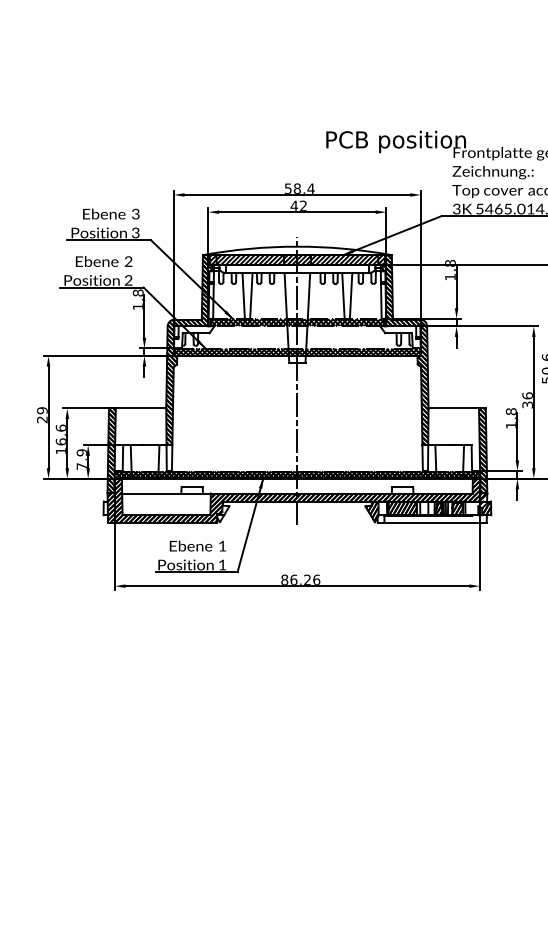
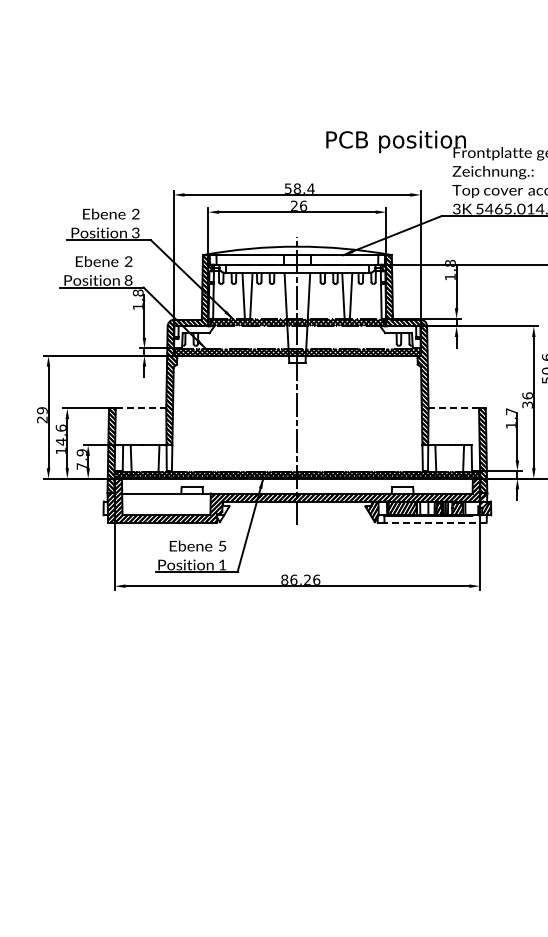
text at (298, 205): 42 -> 26
text at (135, 215): 3 -> 2
hatch at (297, 259): present -> none
text at (128, 280): 2 -> 8
line at (141, 408): solid -> dashed
line at (453, 408): solid -> dashed
text at (510, 411): 1,8 -> 1,7
text at (60, 441): 16,6 -> 14,6
line at (435, 522): solid -> dashed
text at (222, 545): 1 -> 5
